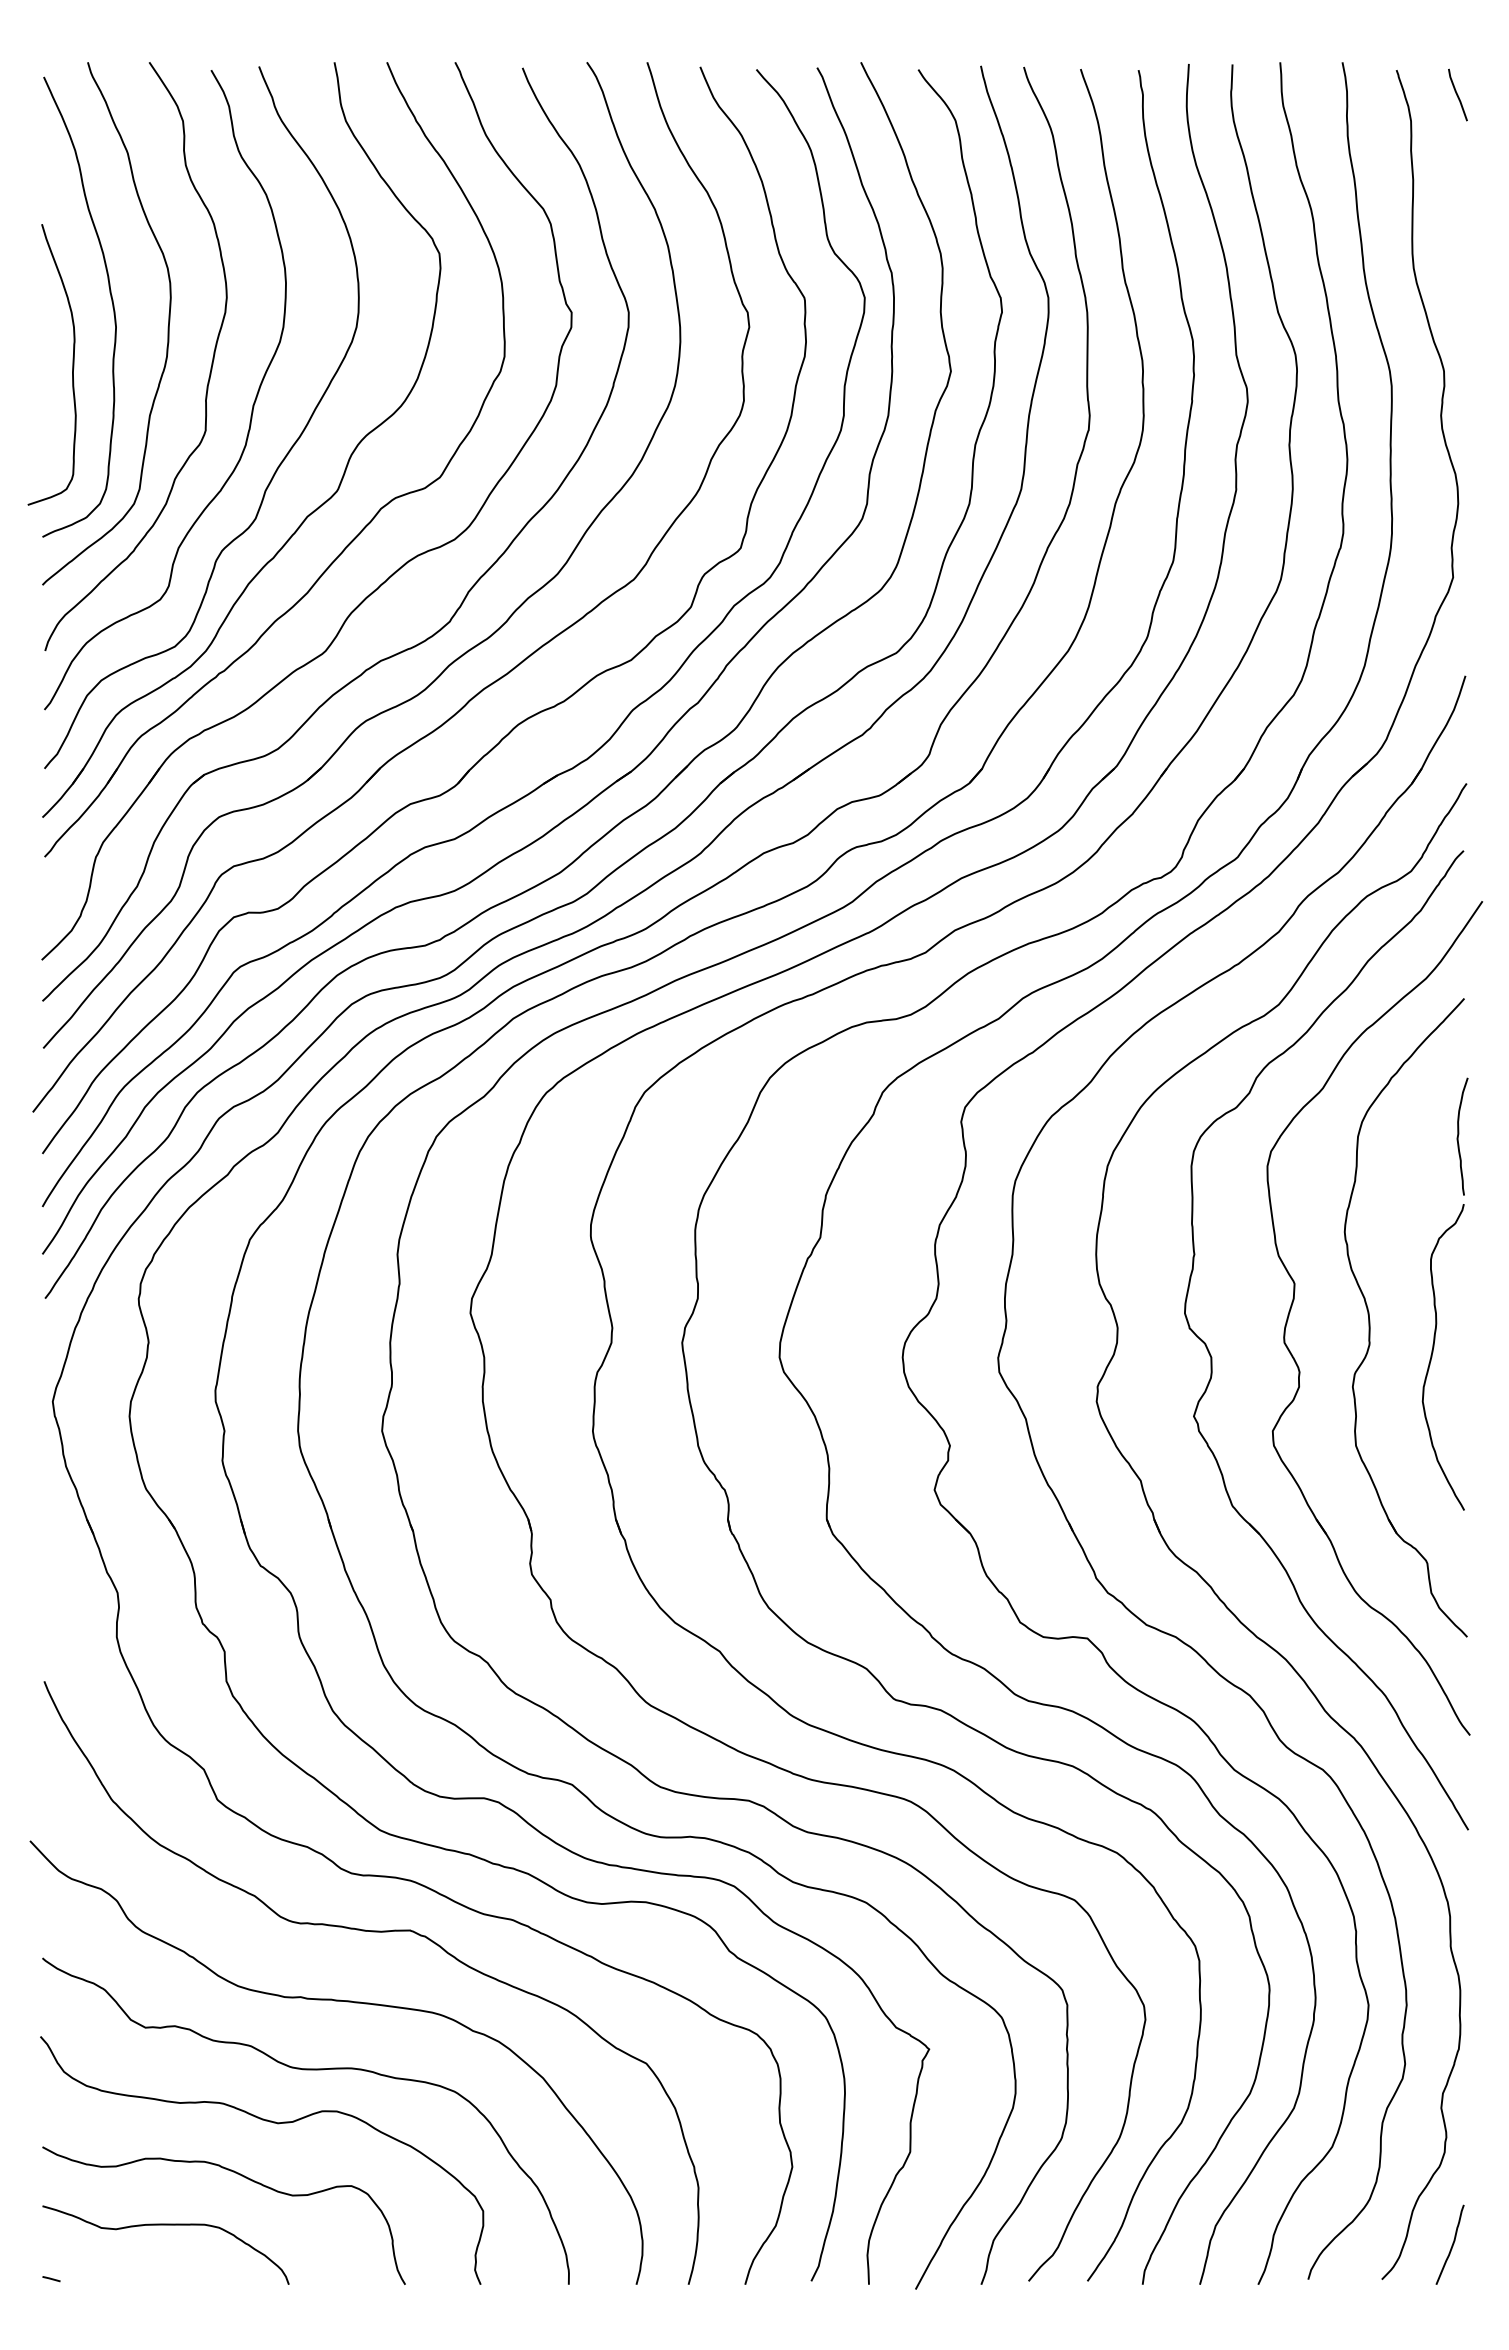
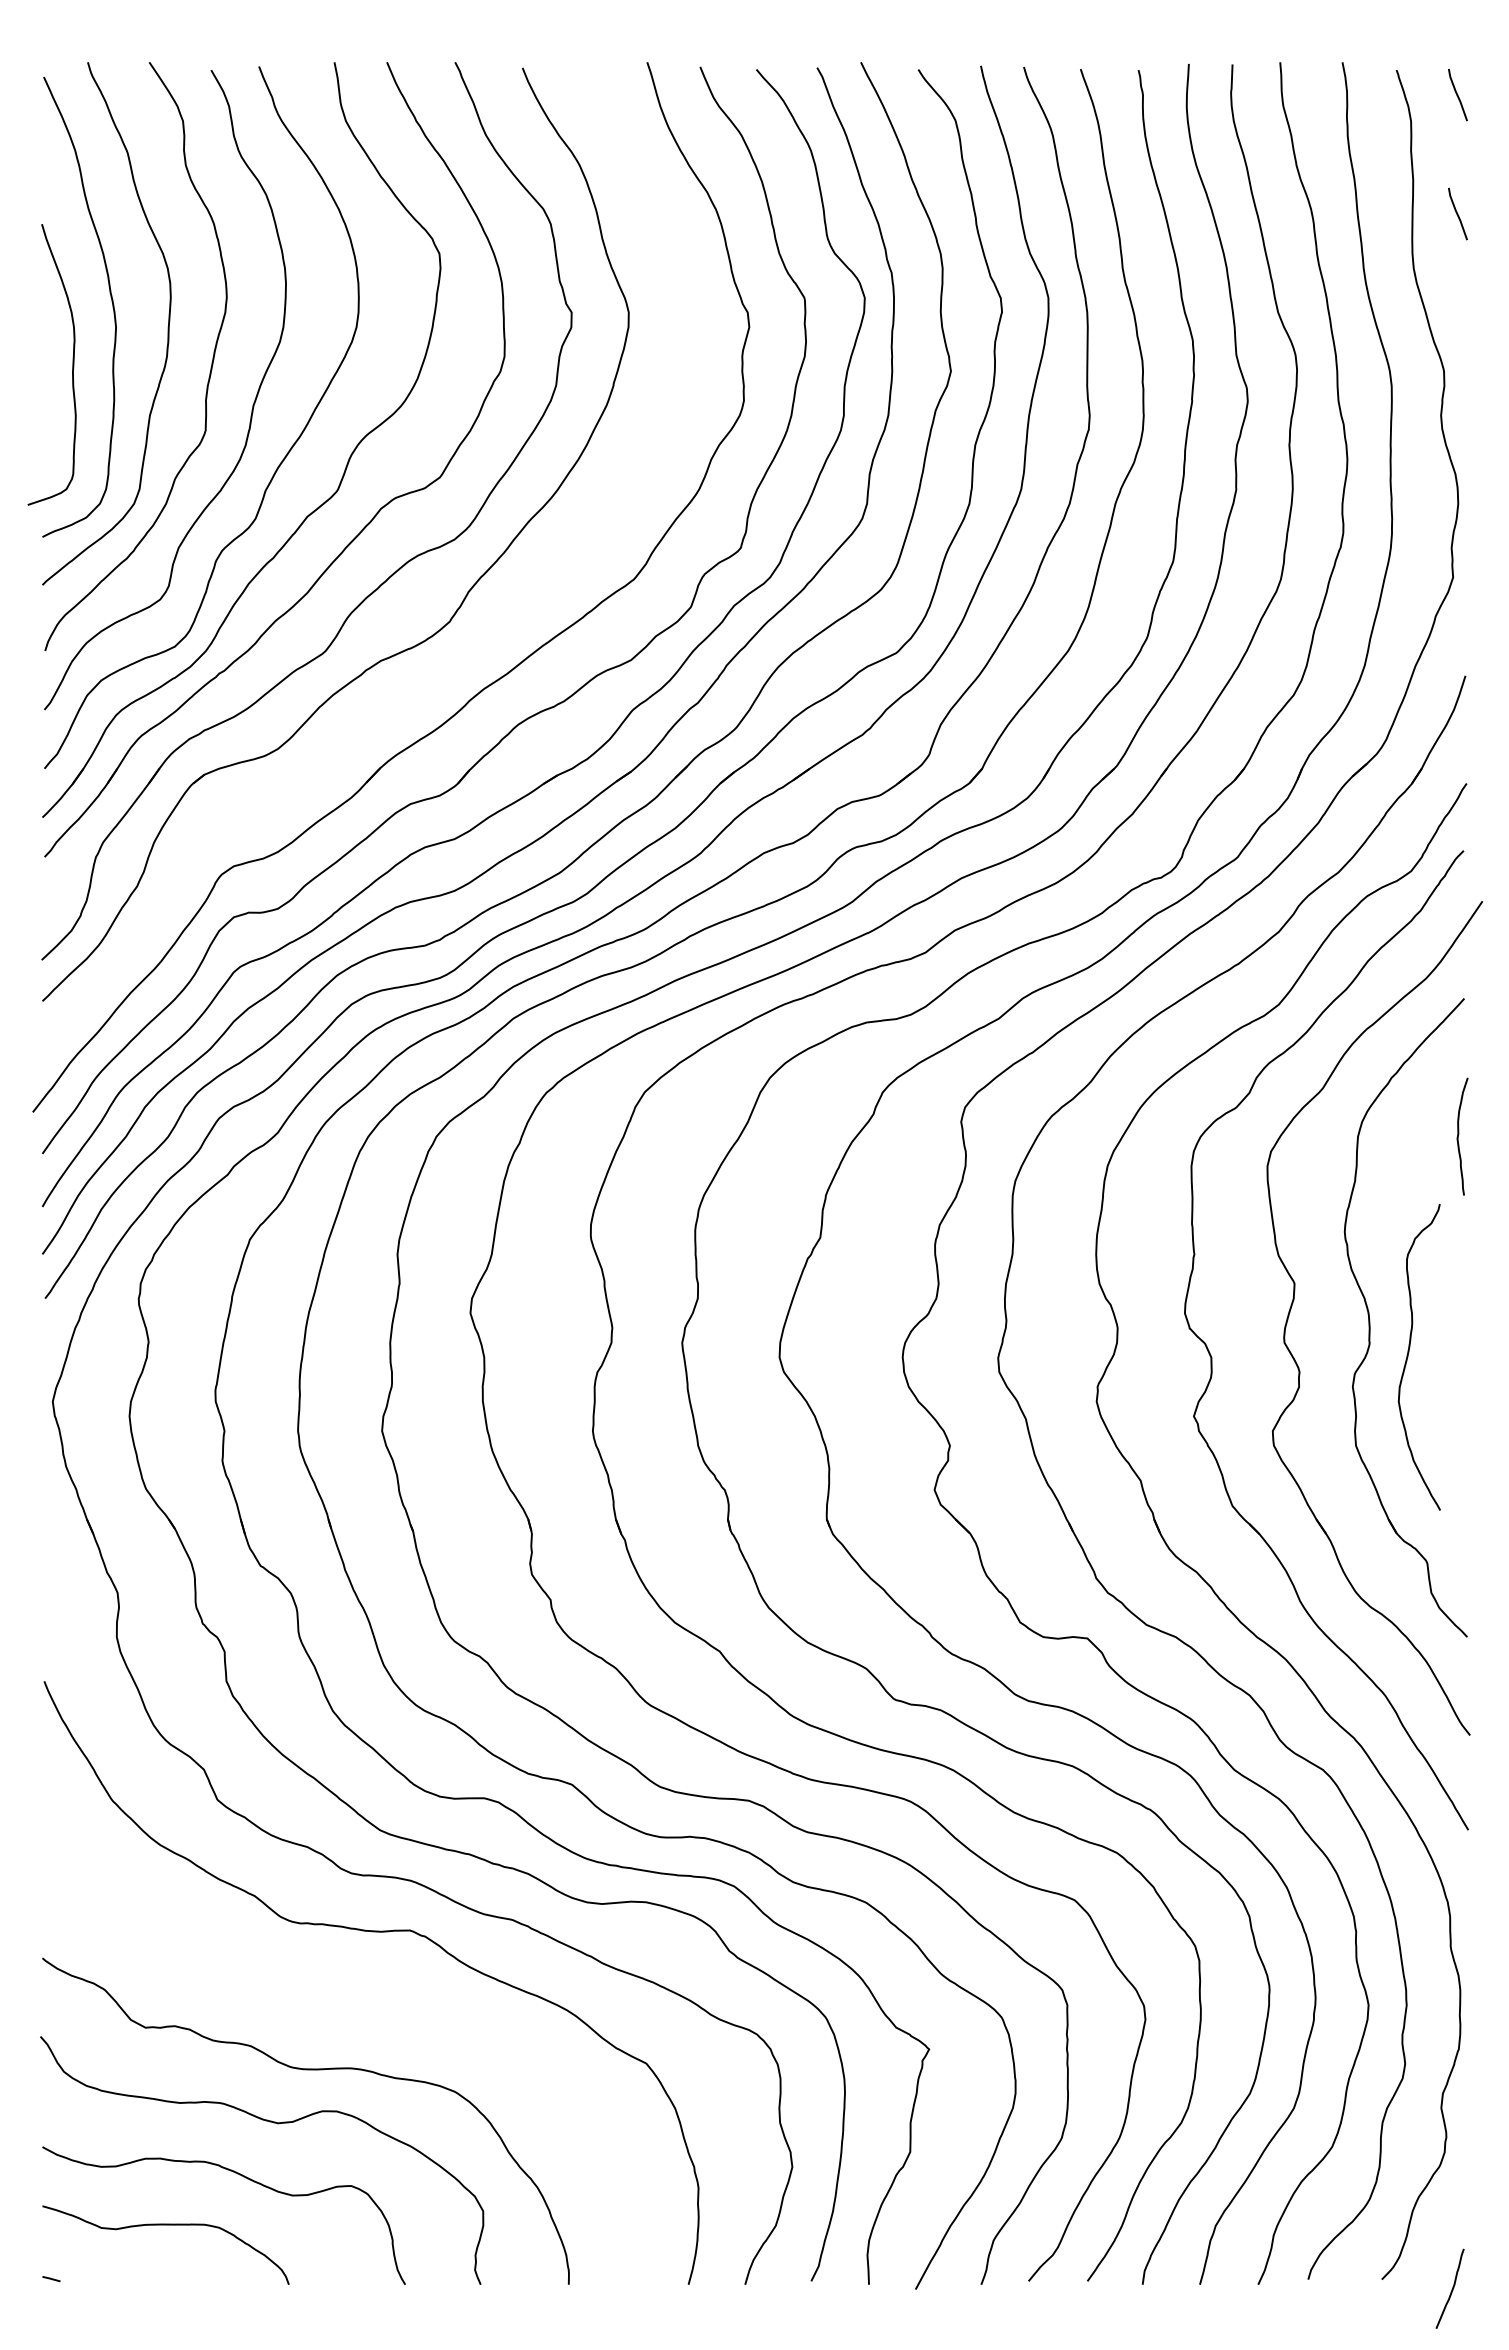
line at (1457, 213): none -> present
part at (448, 664): present -> none
curve at (1432, 1357) position: (1432, 1357) -> (1408, 1357)
curve at (336, 2001): present -> none
curve at (1451, 2245) position: (1451, 2245) -> (1451, 2289)
